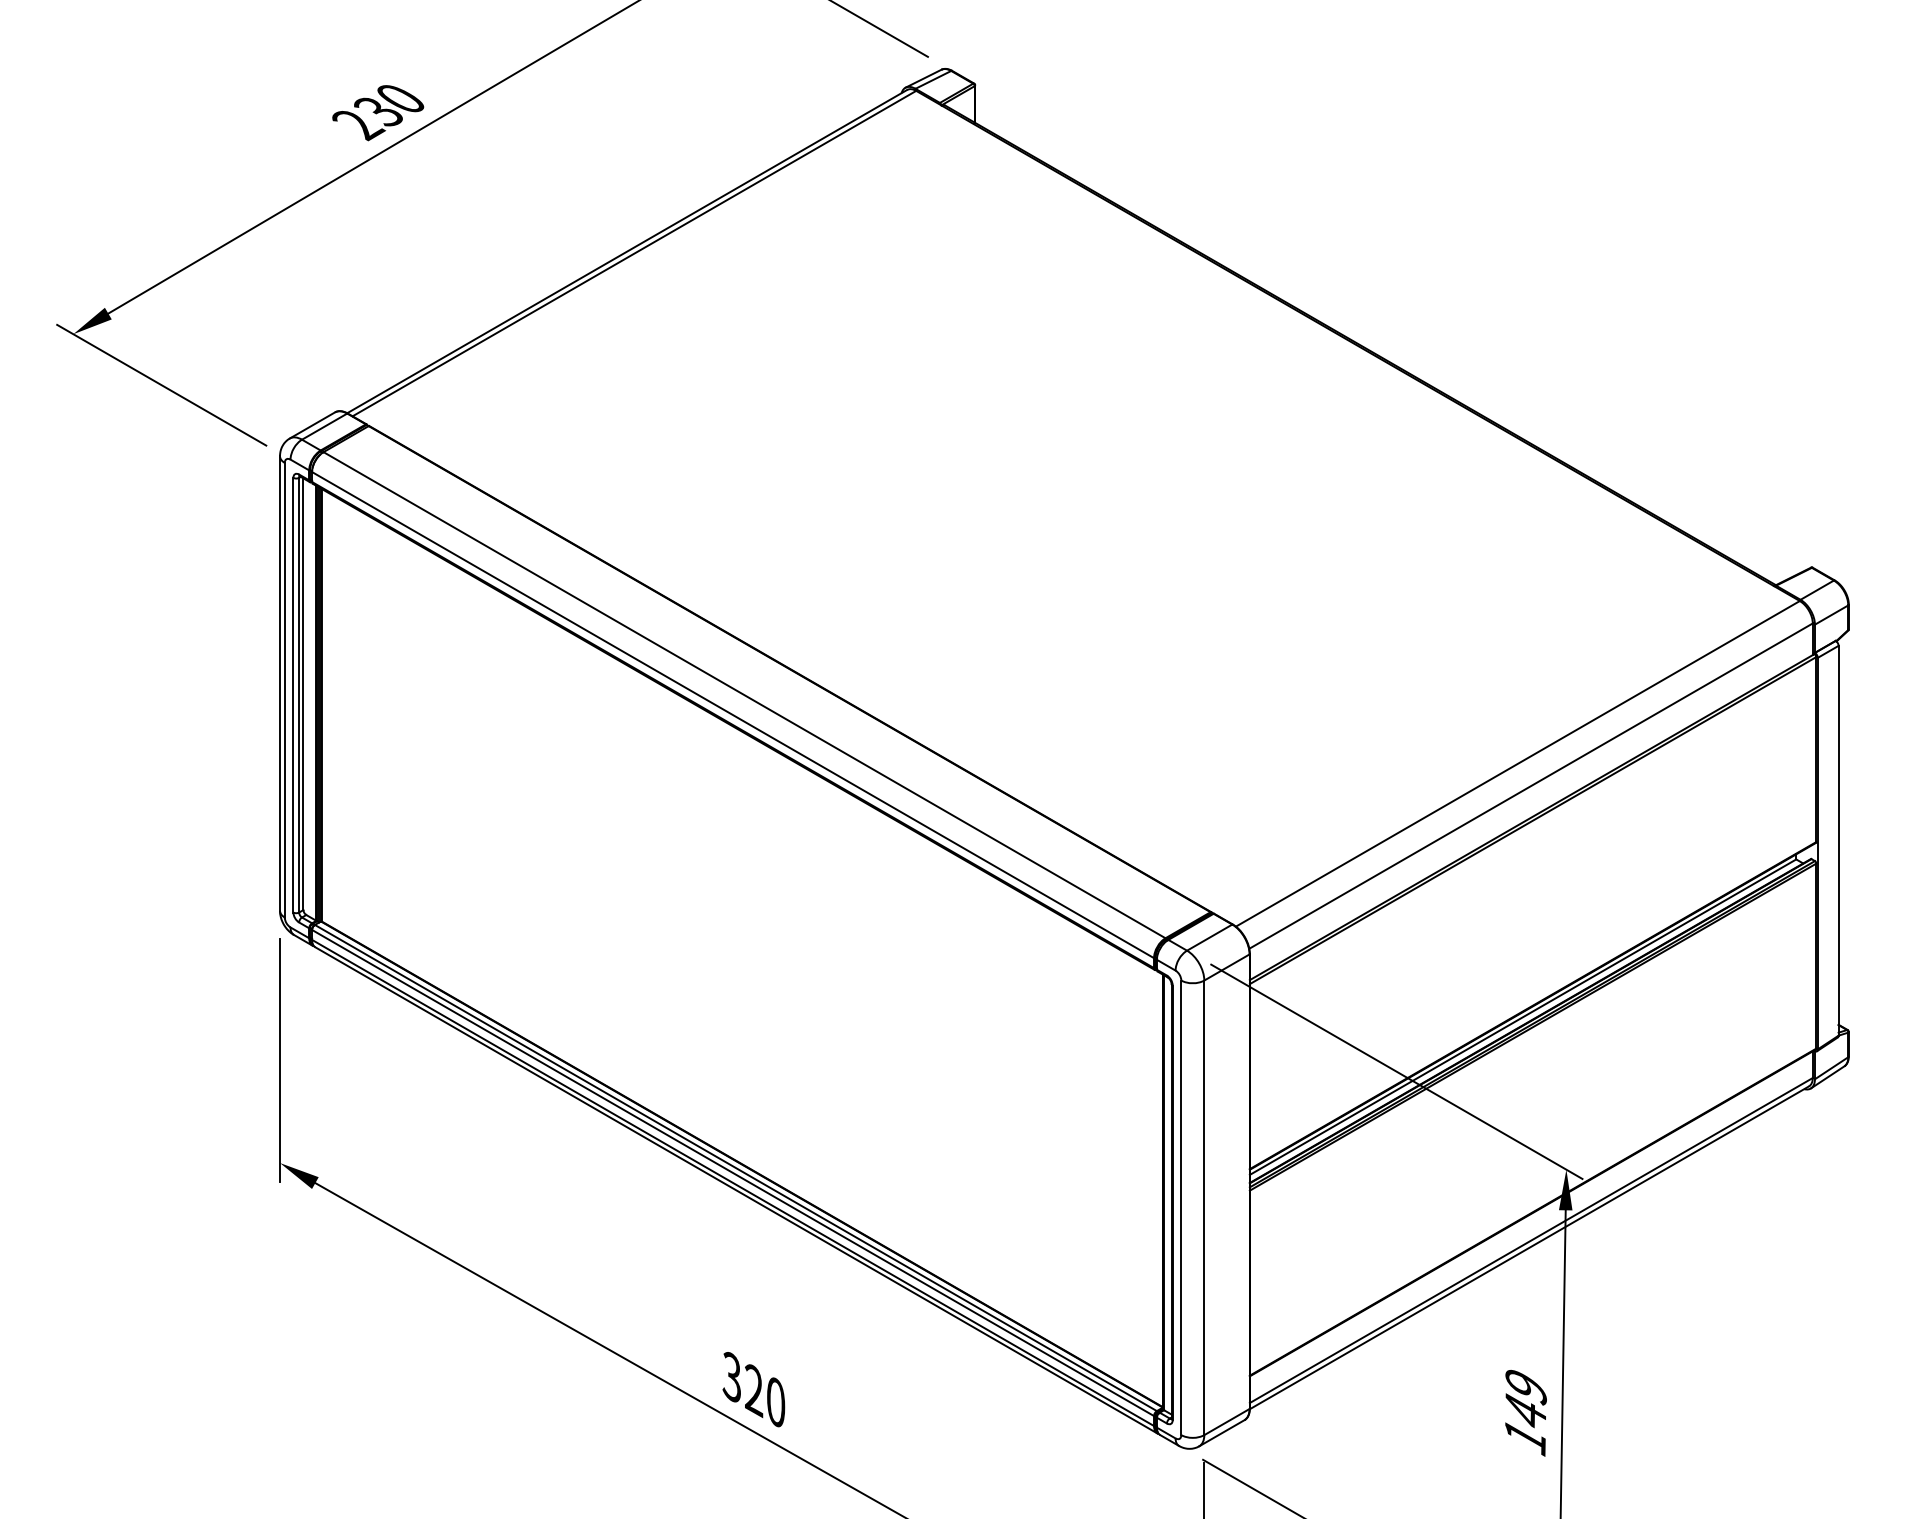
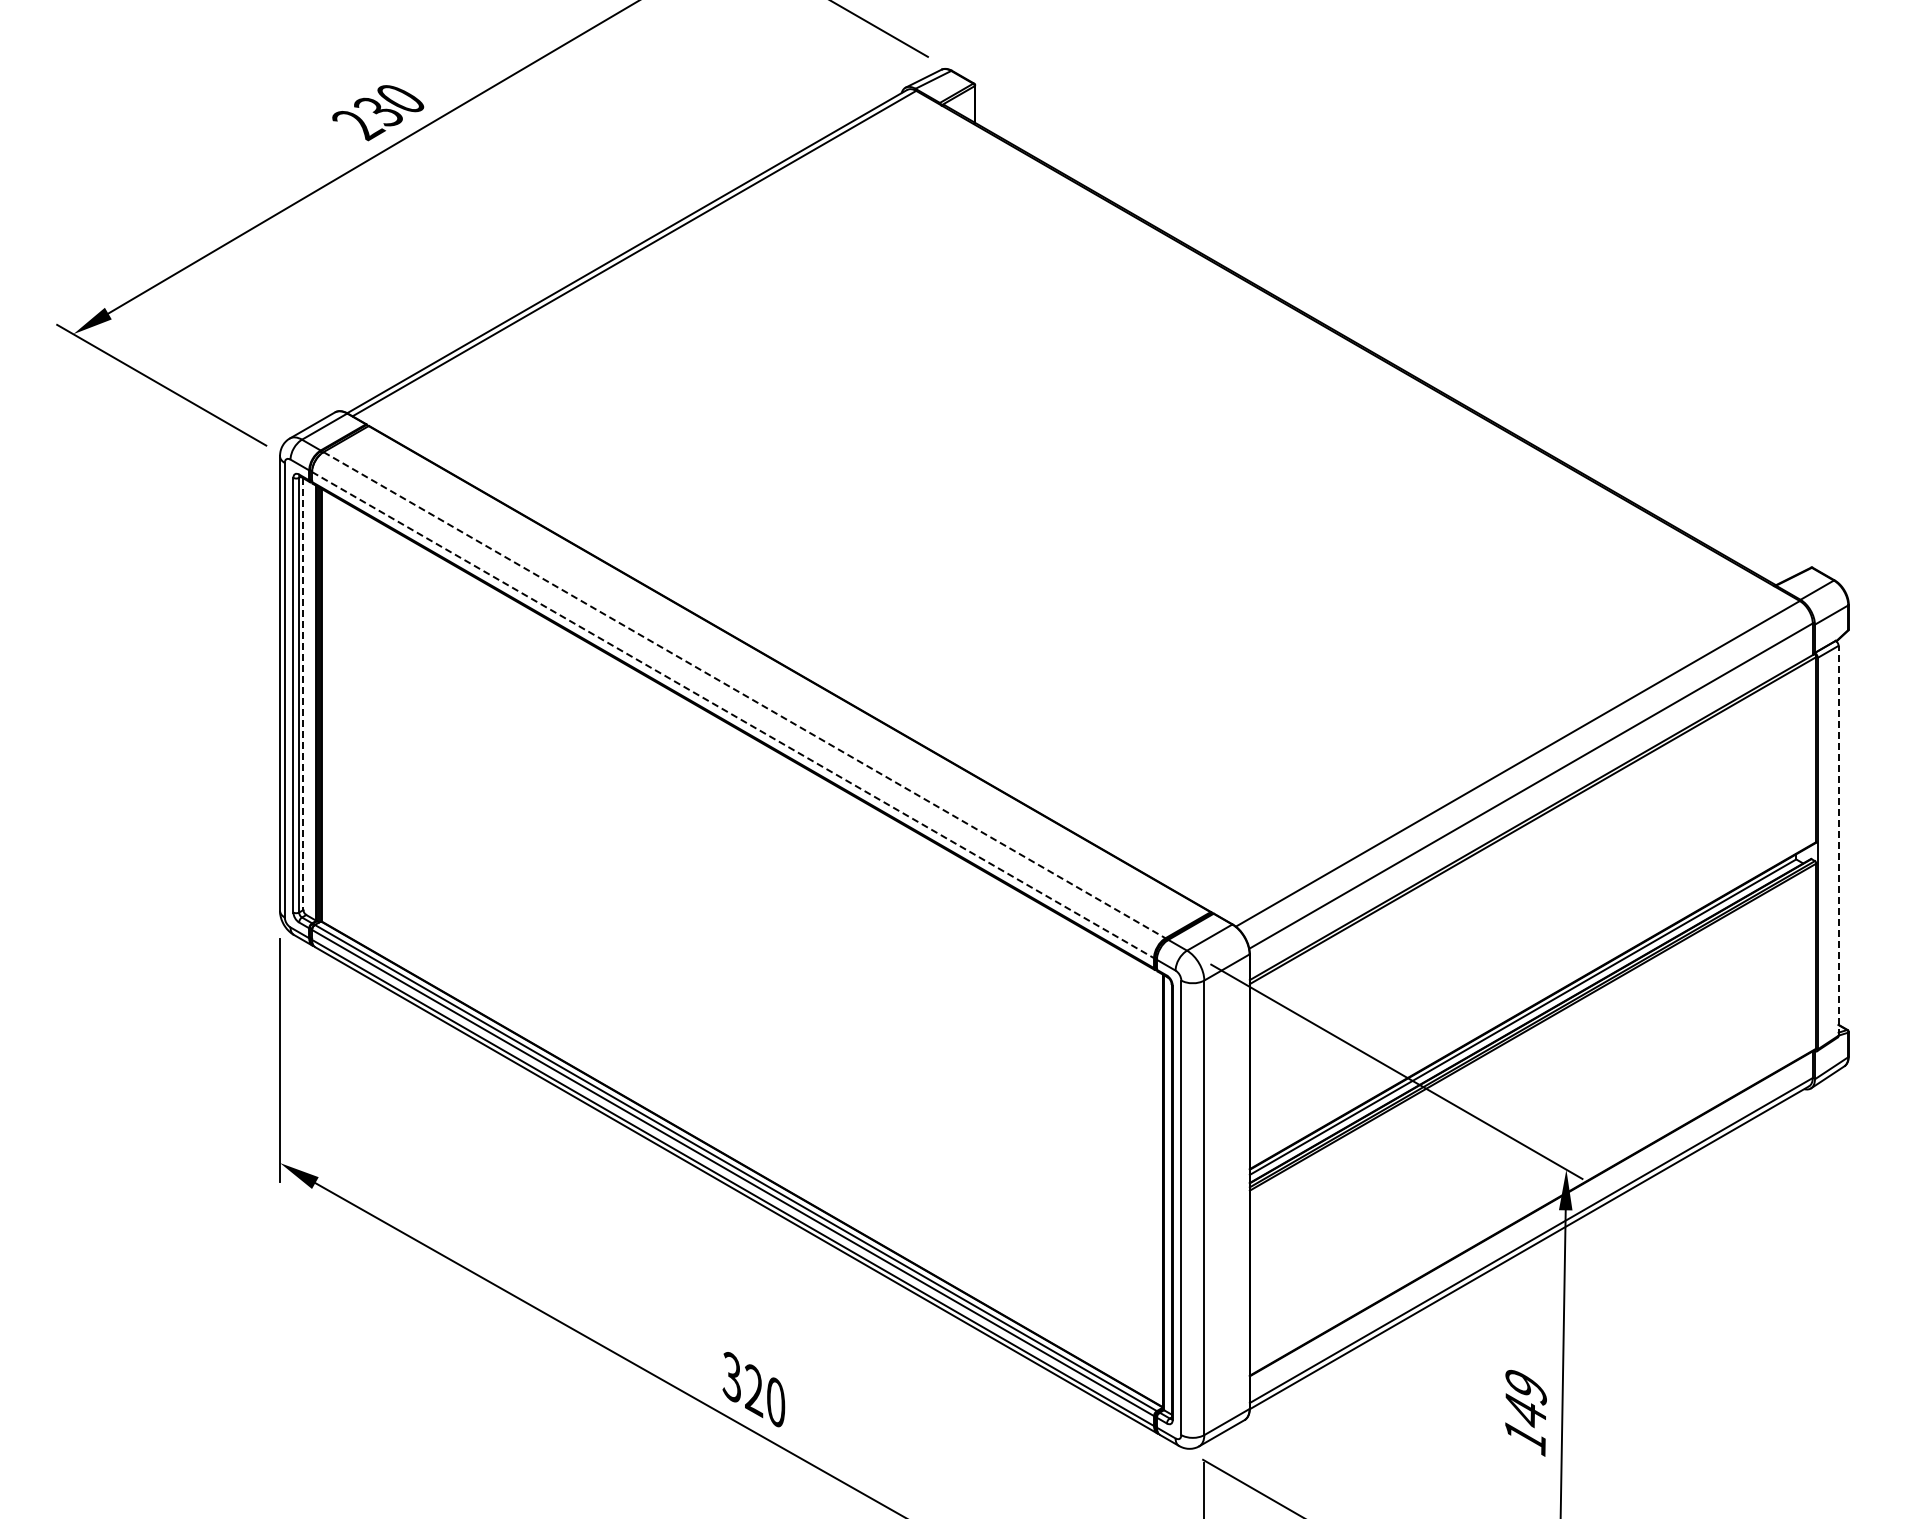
line at (303, 694): solid -> dashed
line at (744, 695): solid -> dashed
line at (733, 715): solid -> dashed
line at (1838, 840): solid -> dashed
